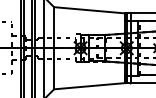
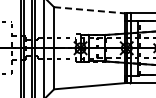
line at (89, 10): solid -> dashed
